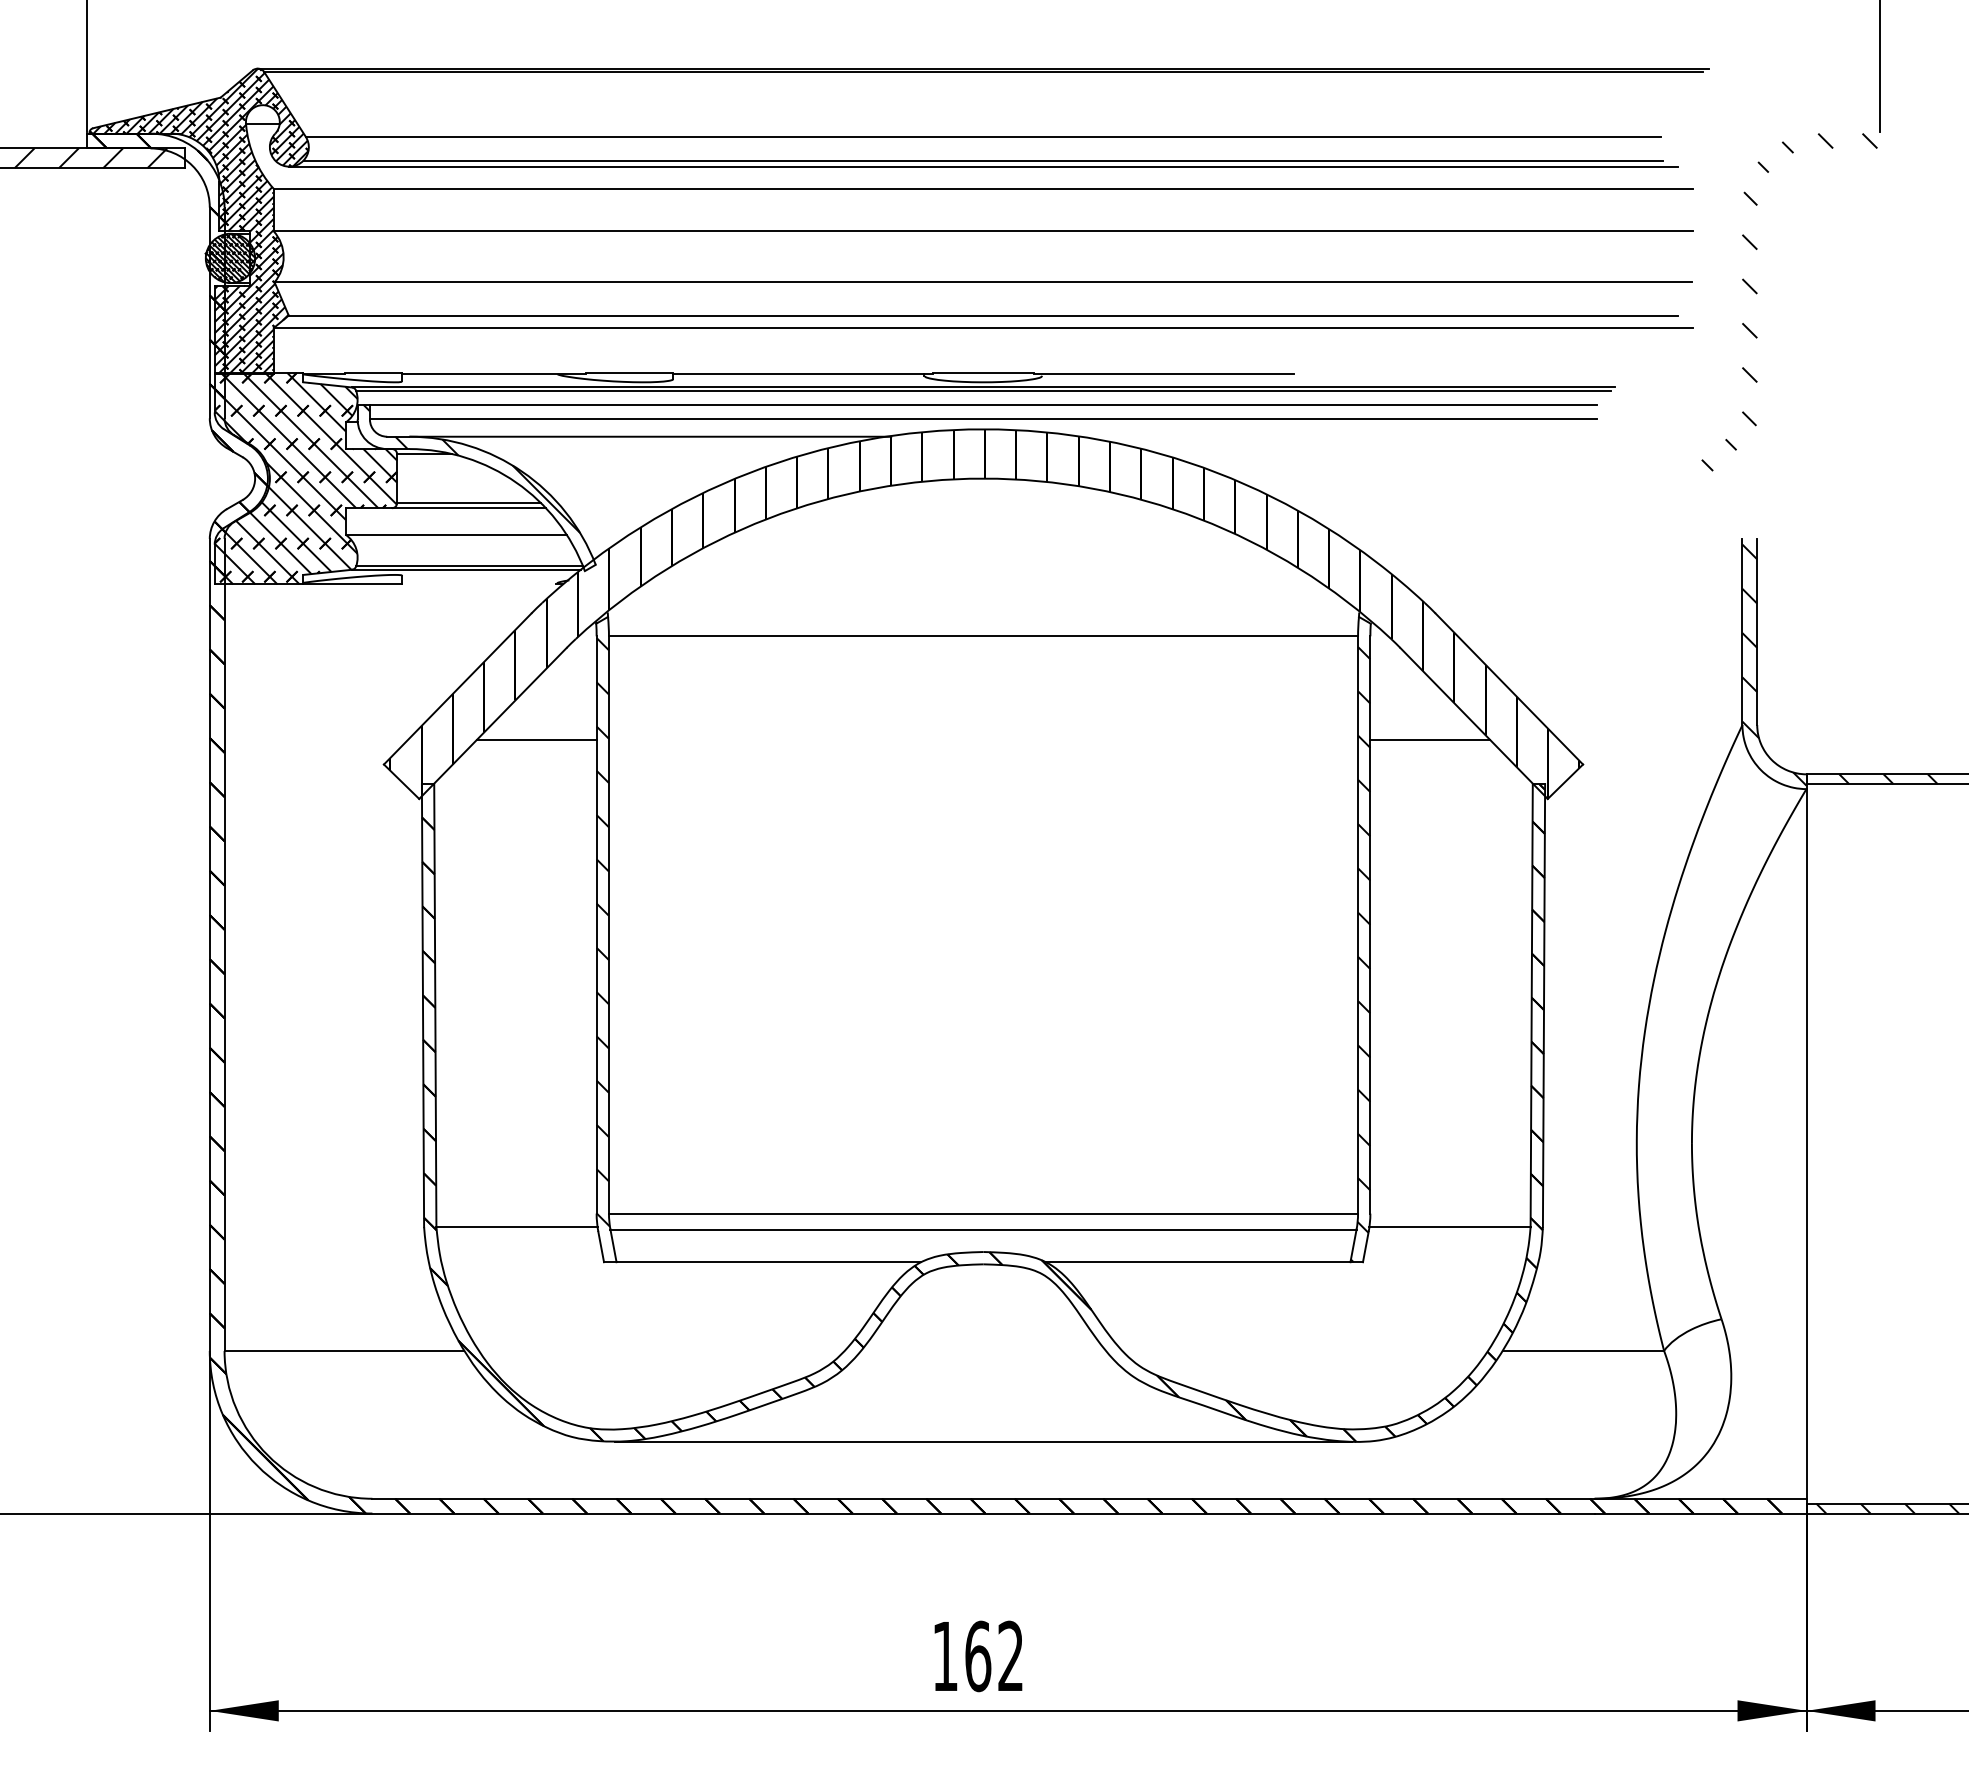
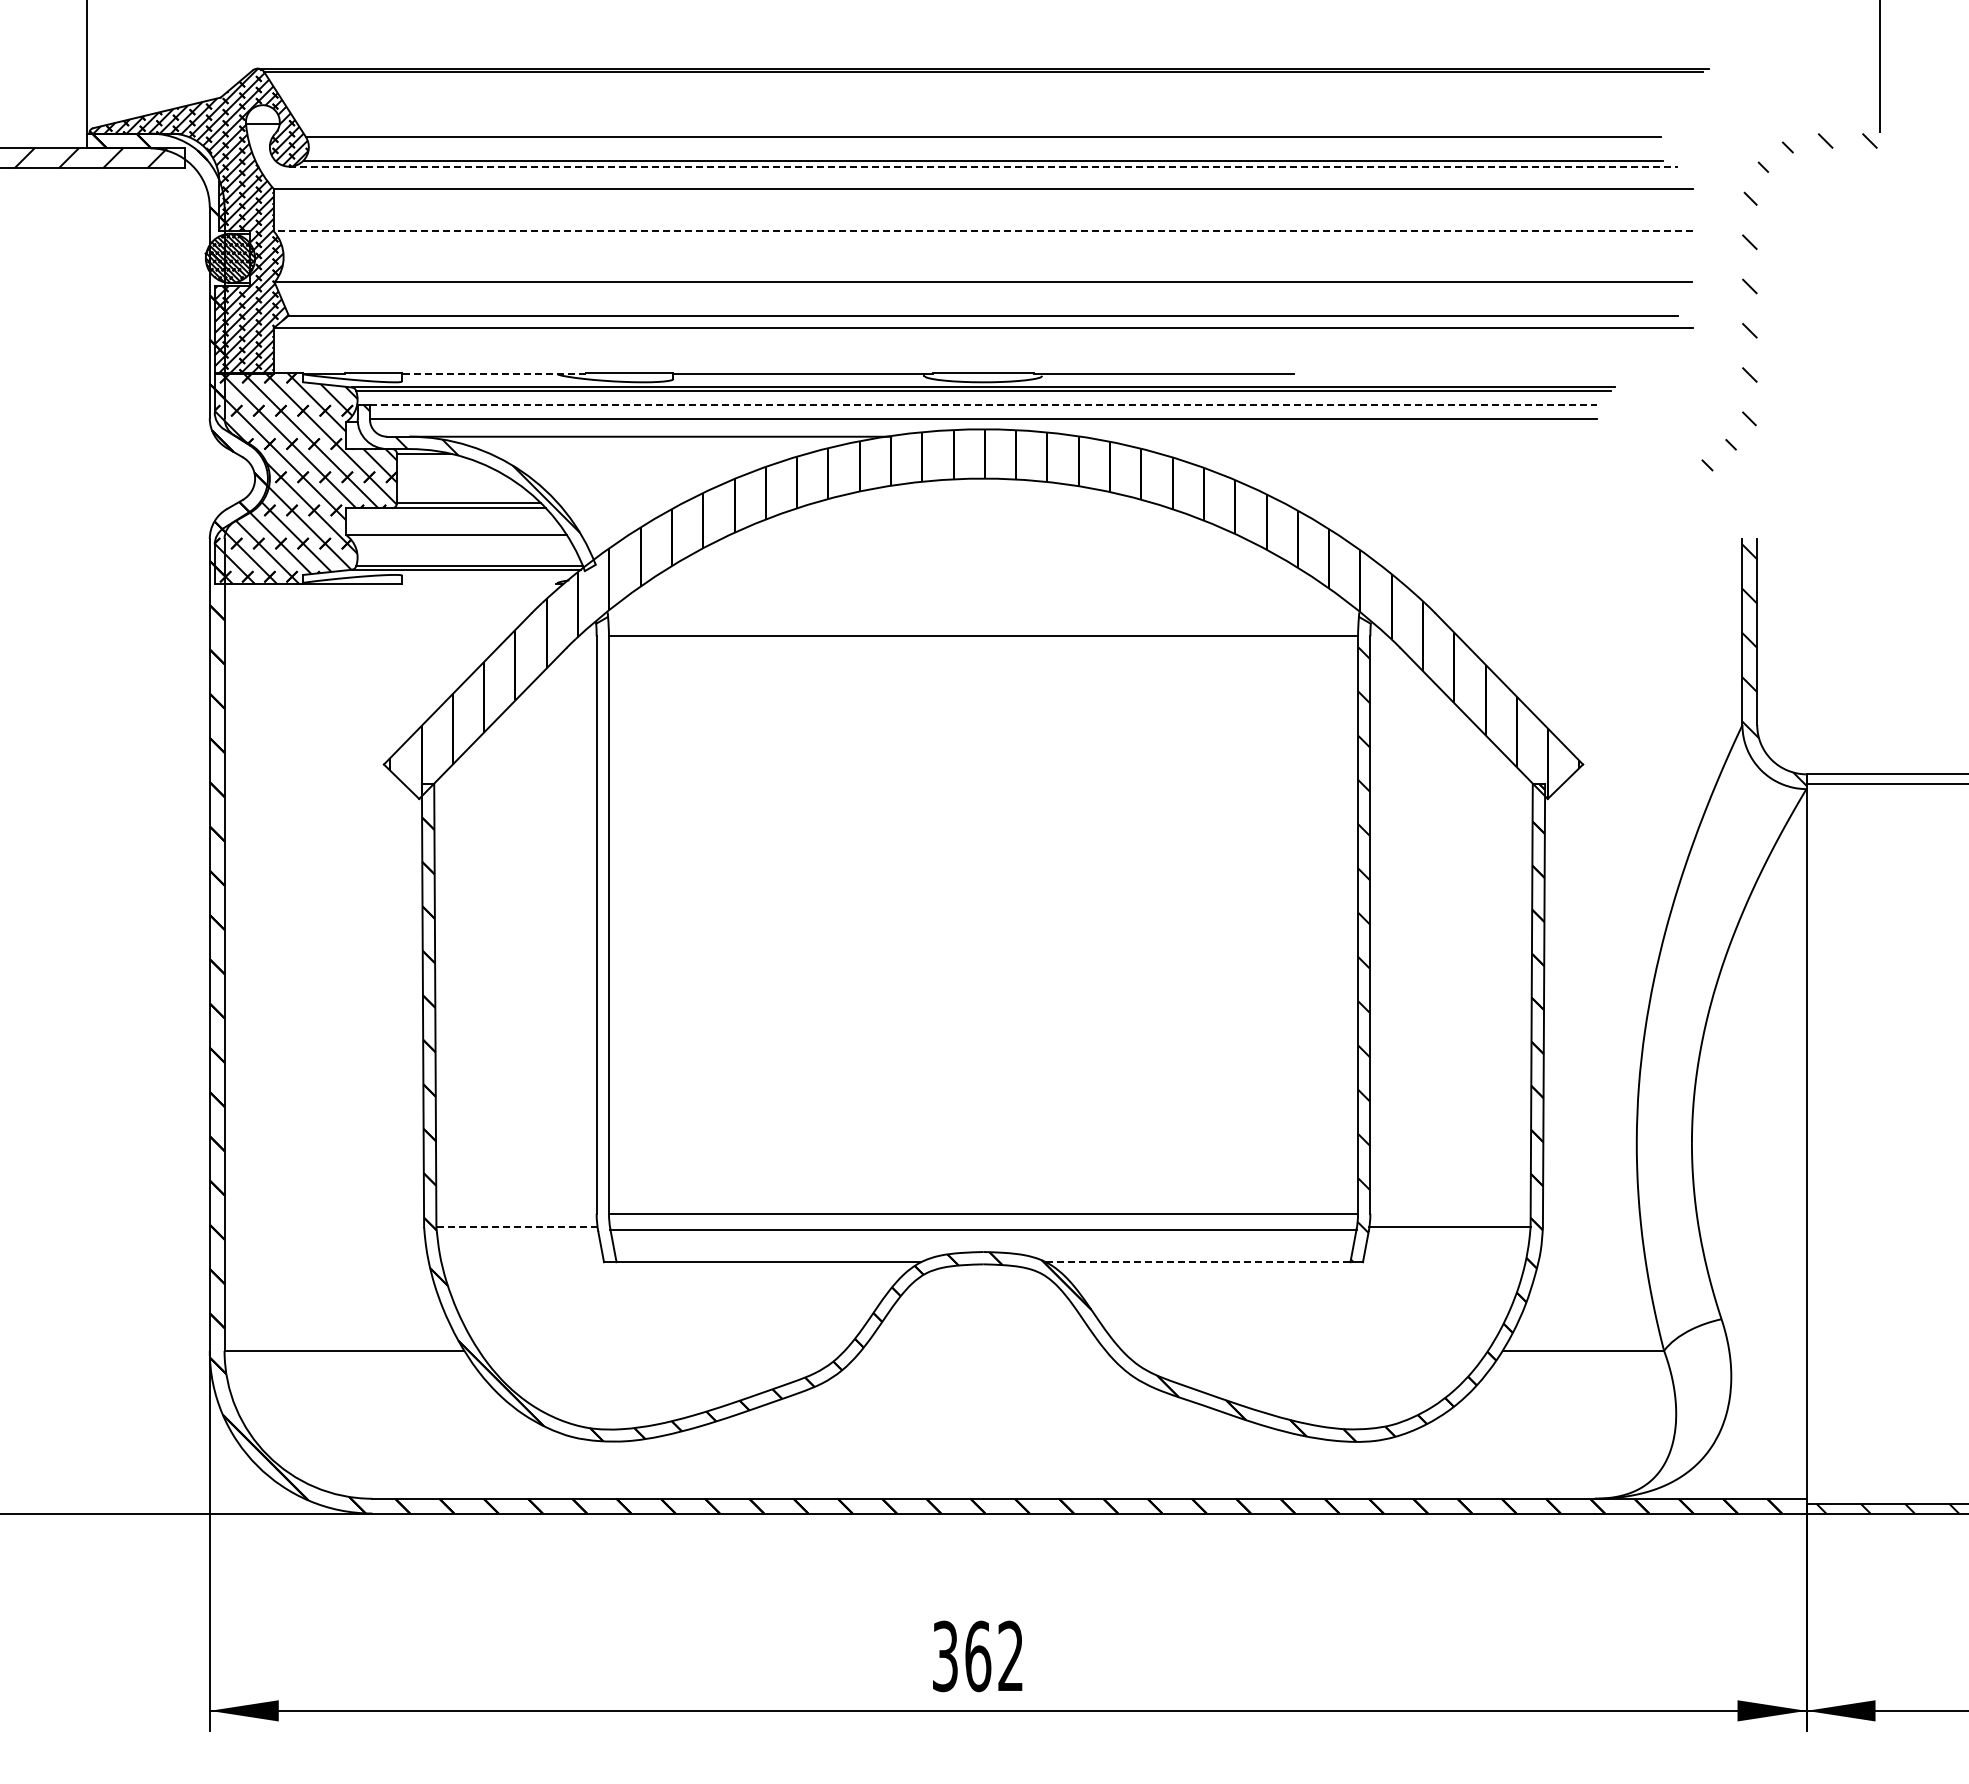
line at (984, 166): solid -> dashed
line at (983, 231): solid -> dashed
line at (494, 374): solid -> dashed
line at (983, 404): solid -> dashed
line at (536, 739): present -> none
line at (1430, 739): present -> none
hatch at (1888, 779): present -> none
hatch at (602, 932): present -> none
line at (517, 1227): solid -> dashed
line at (1197, 1262): solid -> dashed
line at (983, 1441): present -> none
text at (945, 1656): 162 -> 362
